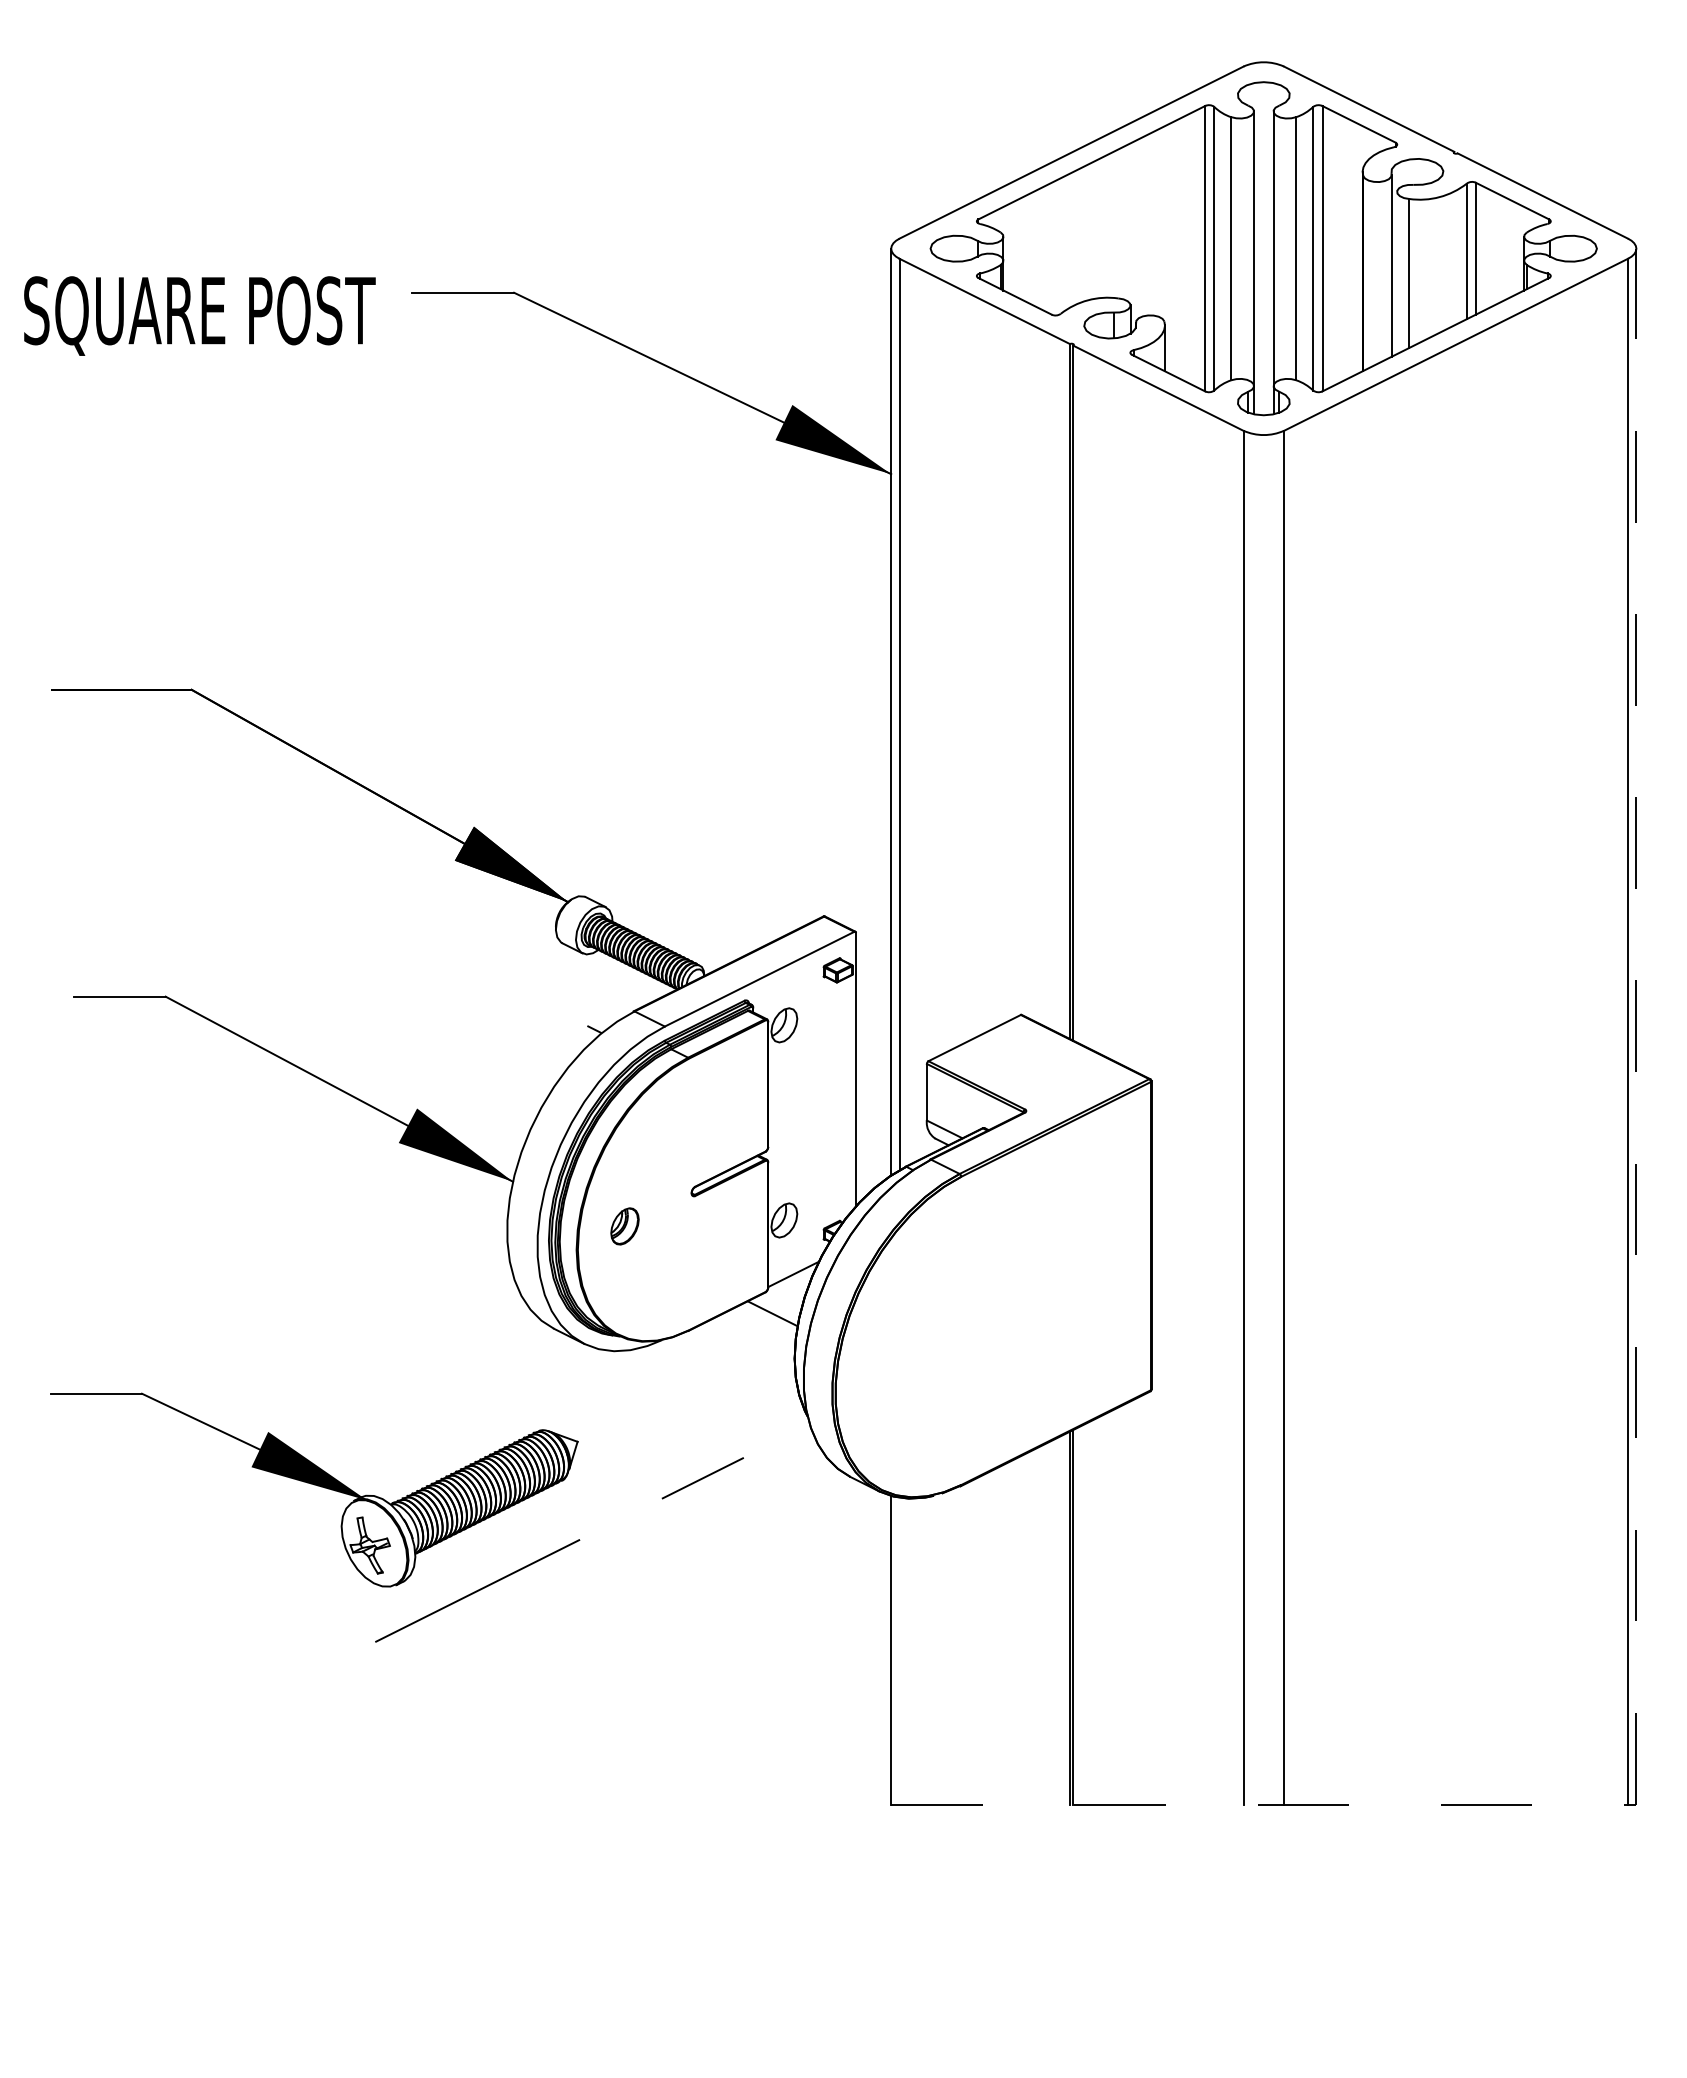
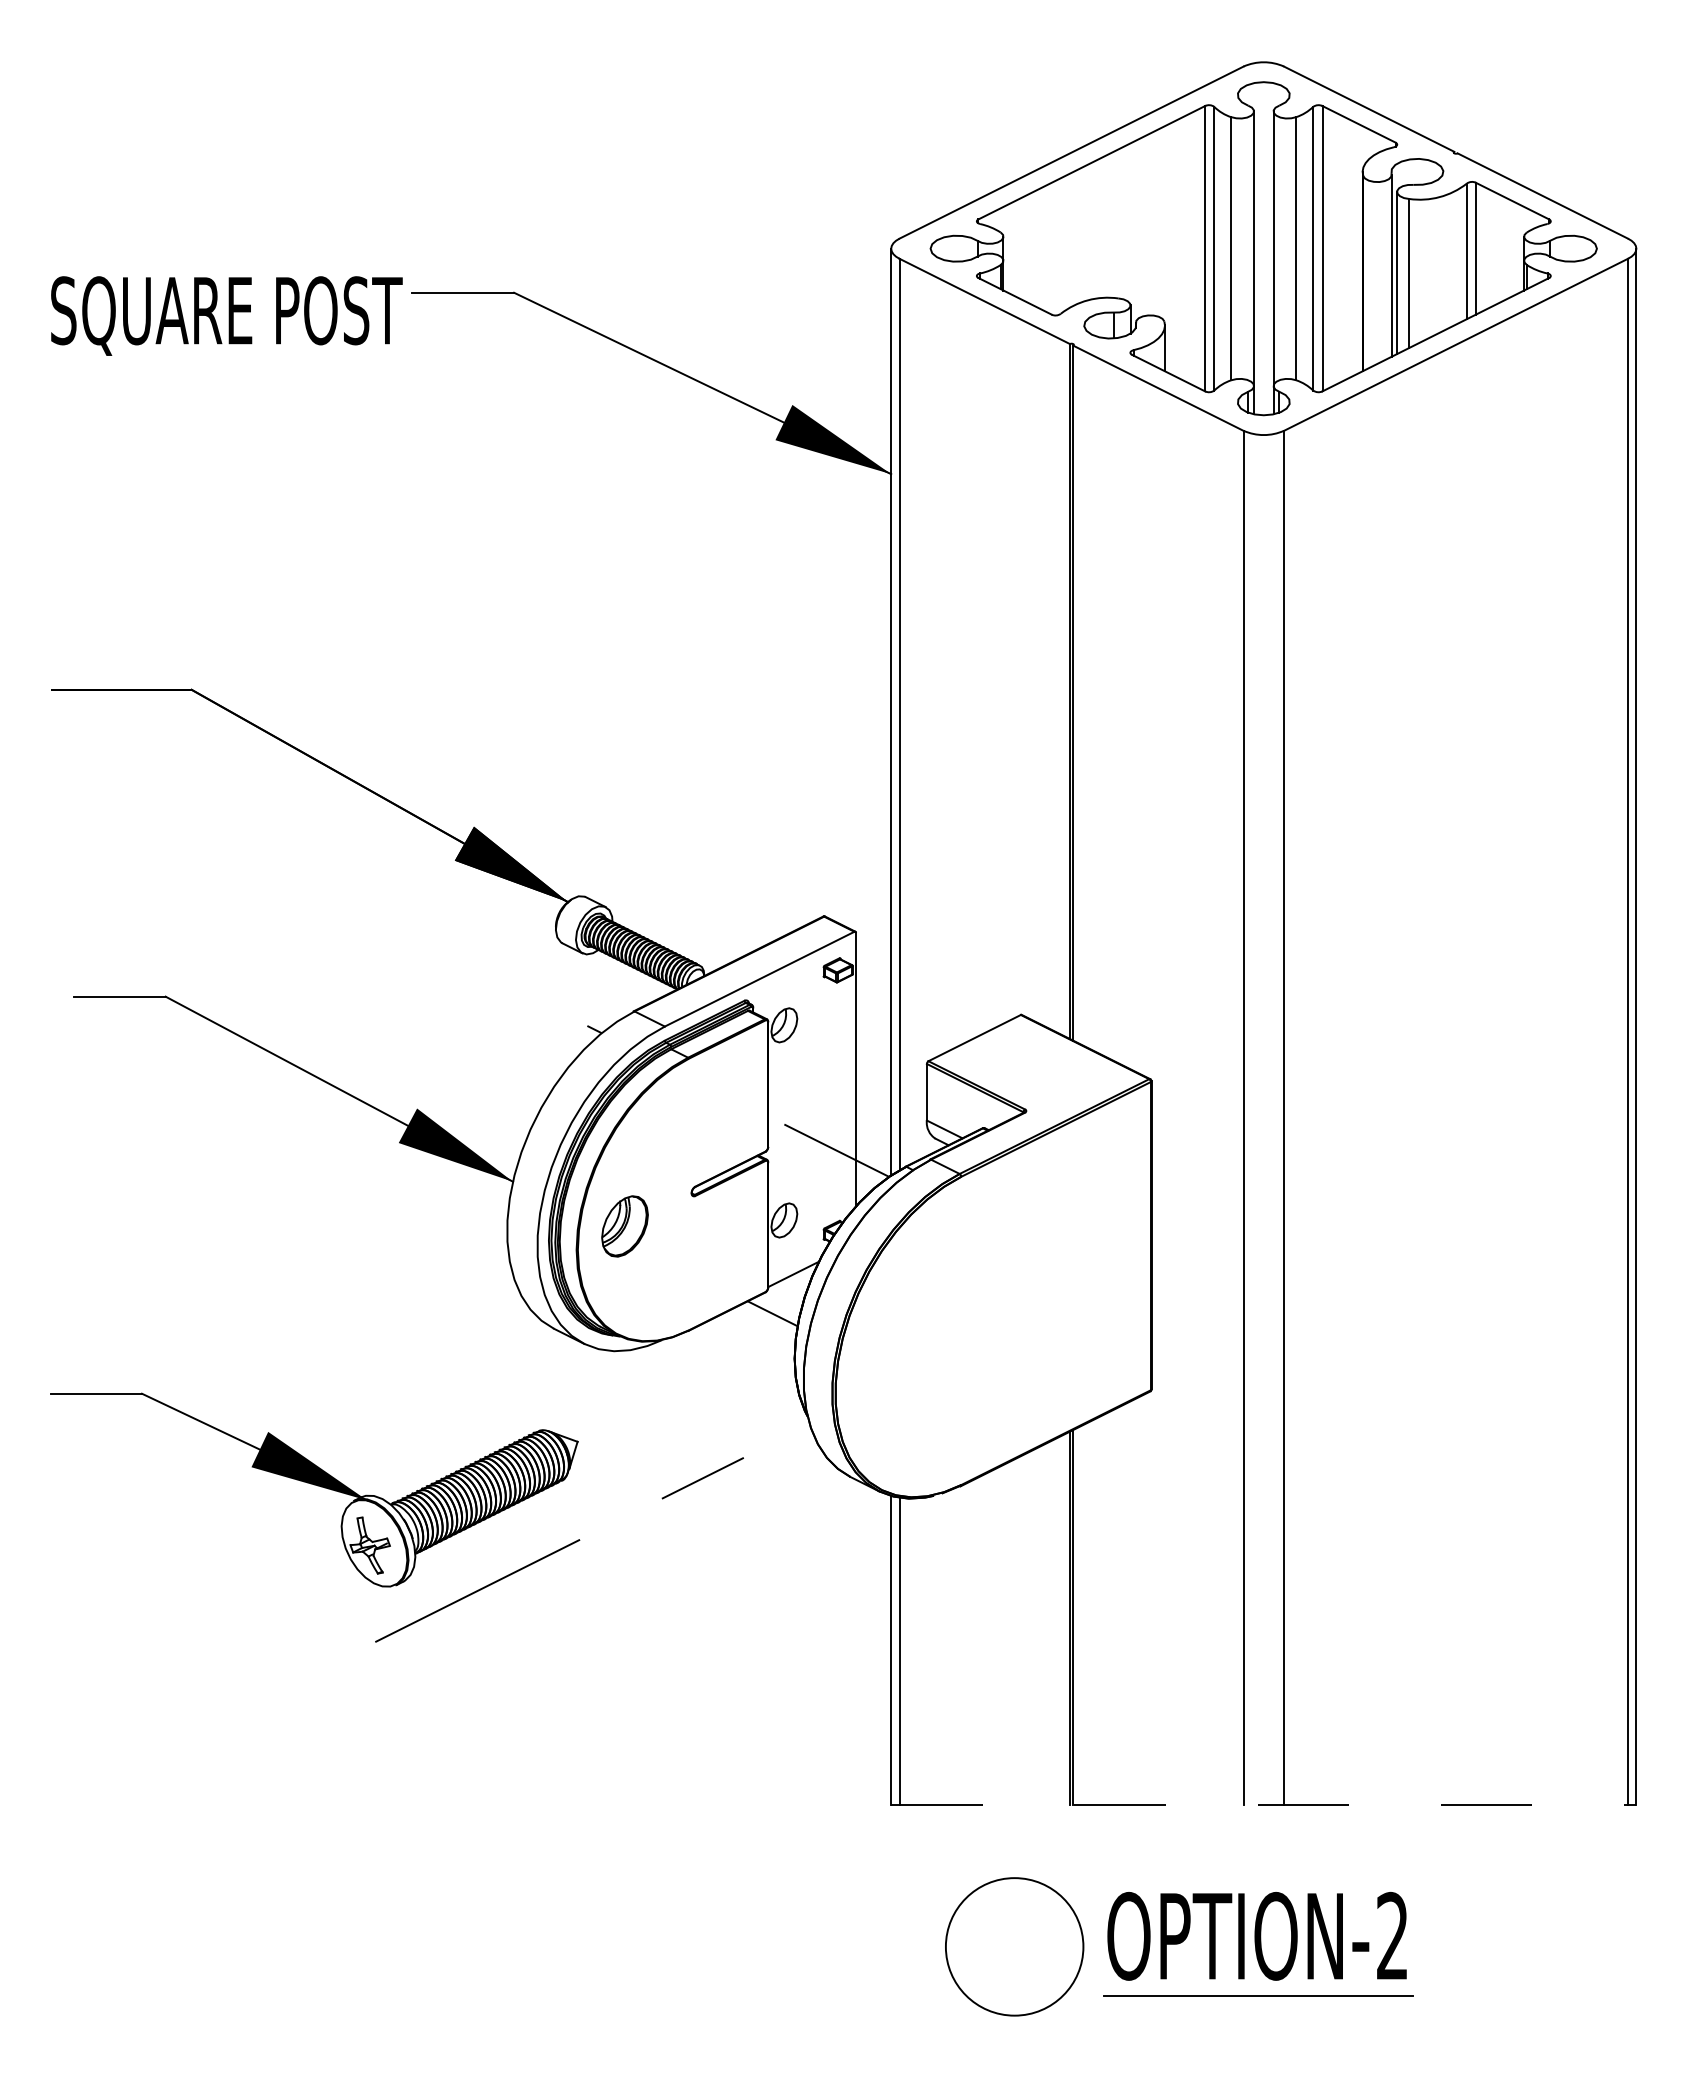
line at (1397, 272): none -> present
text at (199, 315) position: (199, 315) -> (226, 315)
line at (1636, 1026): dashed -> solid
line at (836, 1150): none -> present
part at (624, 1226) size: 30x39 px -> 48x63 px
line at (899, 1650): none -> present
part at (1179, 1946): none -> present
